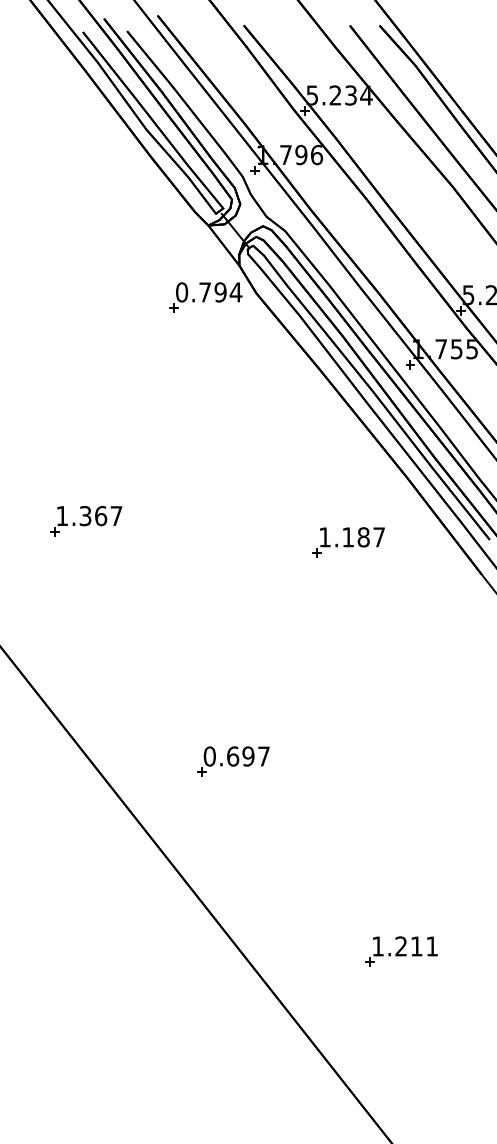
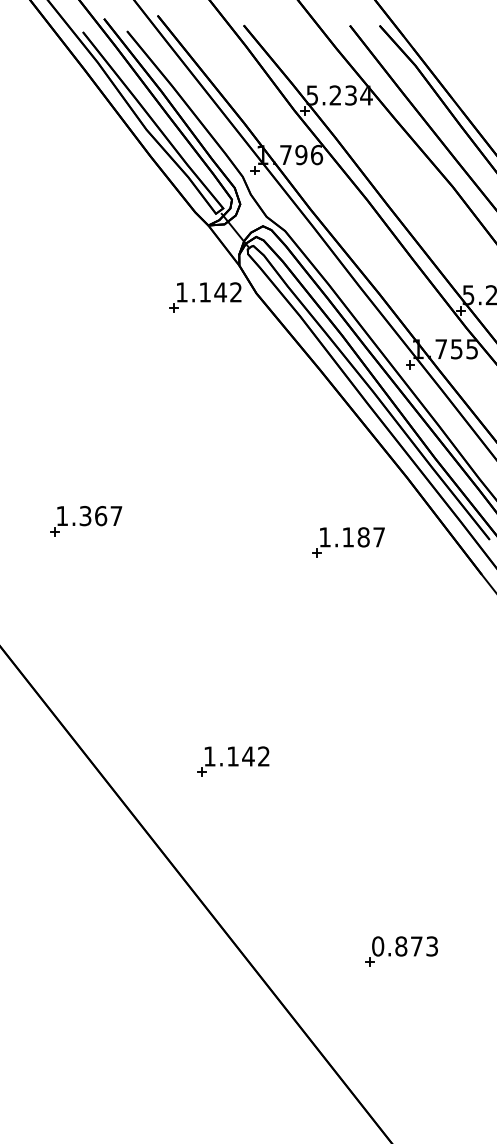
text at (209, 292): 0.794 -> 1.142
text at (236, 756): 0.697 -> 1.142
text at (404, 946): 1.211 -> 0.873
